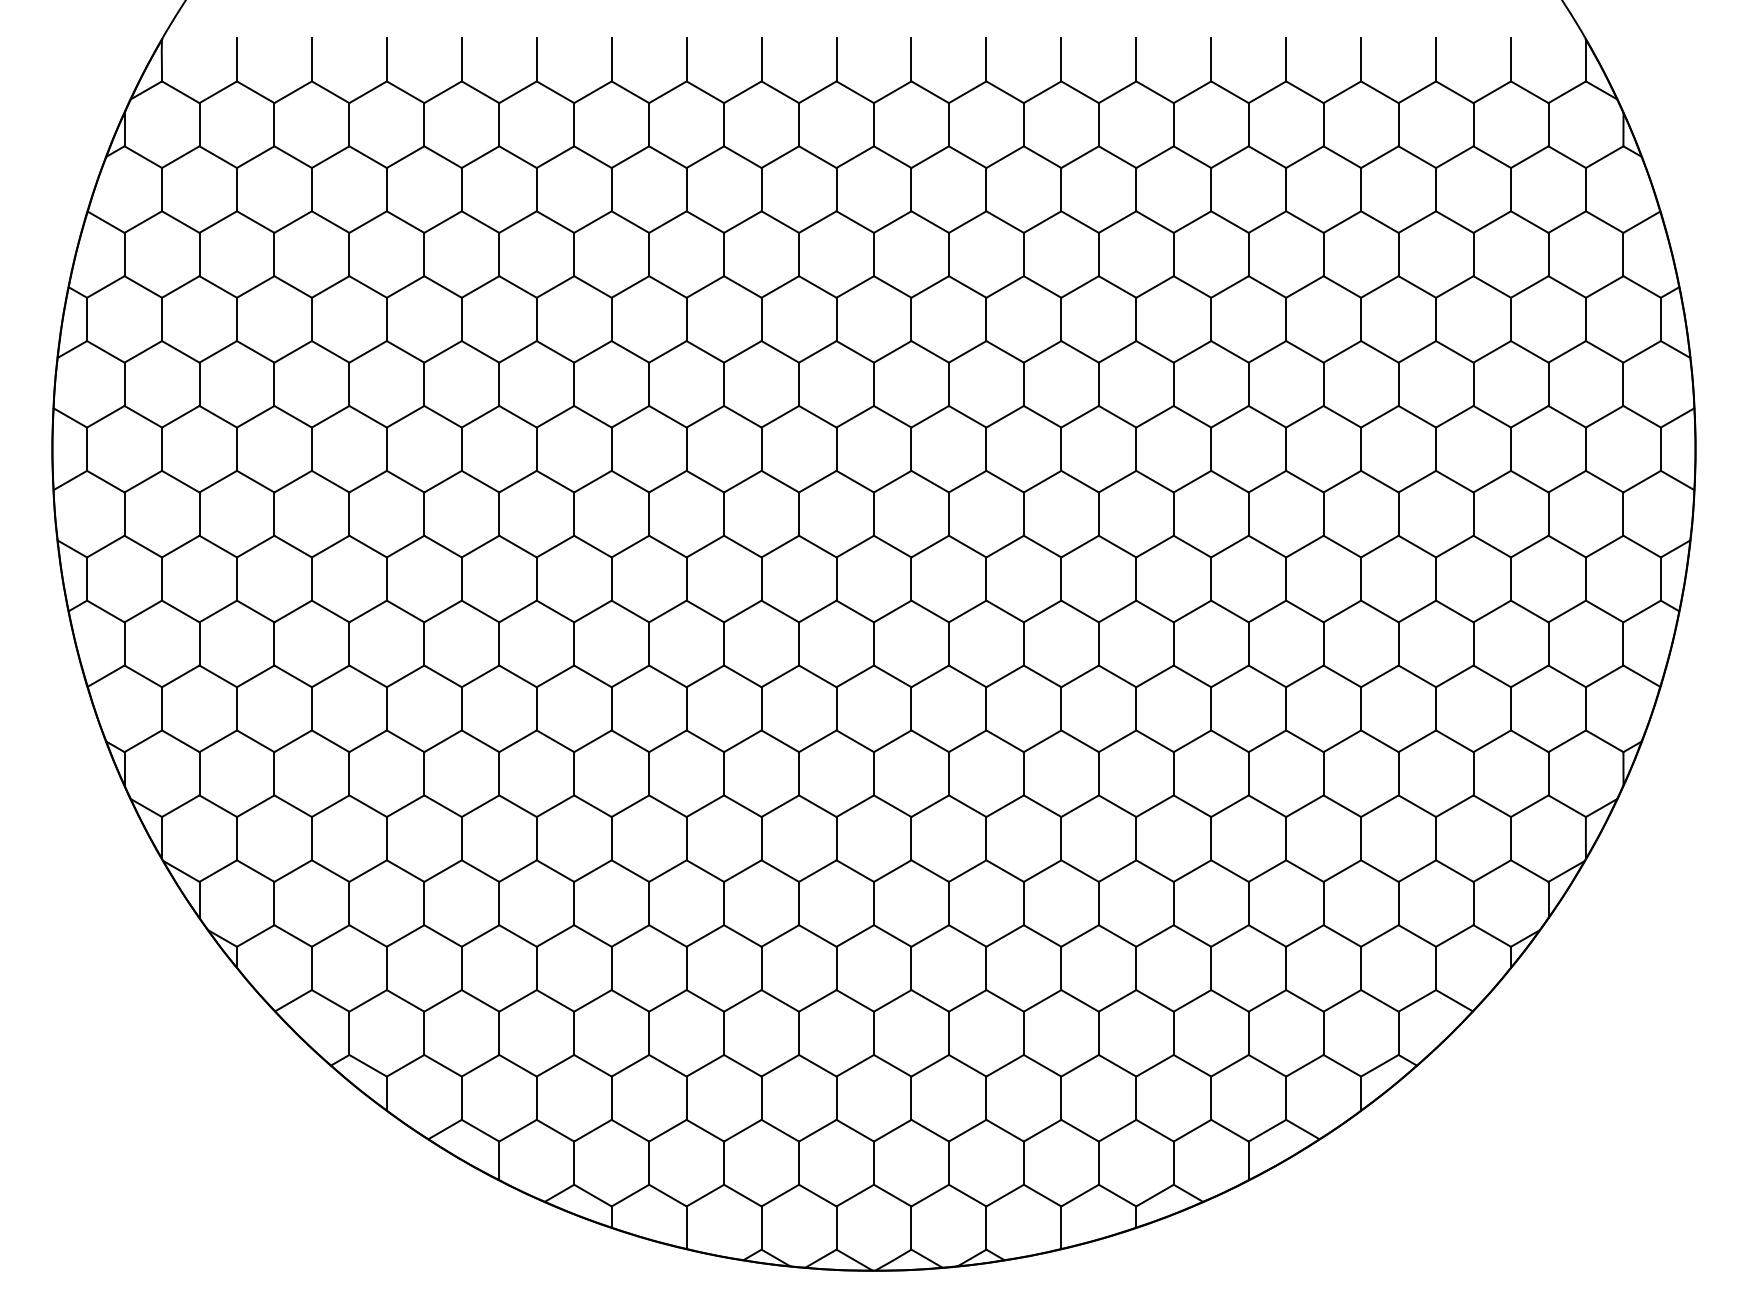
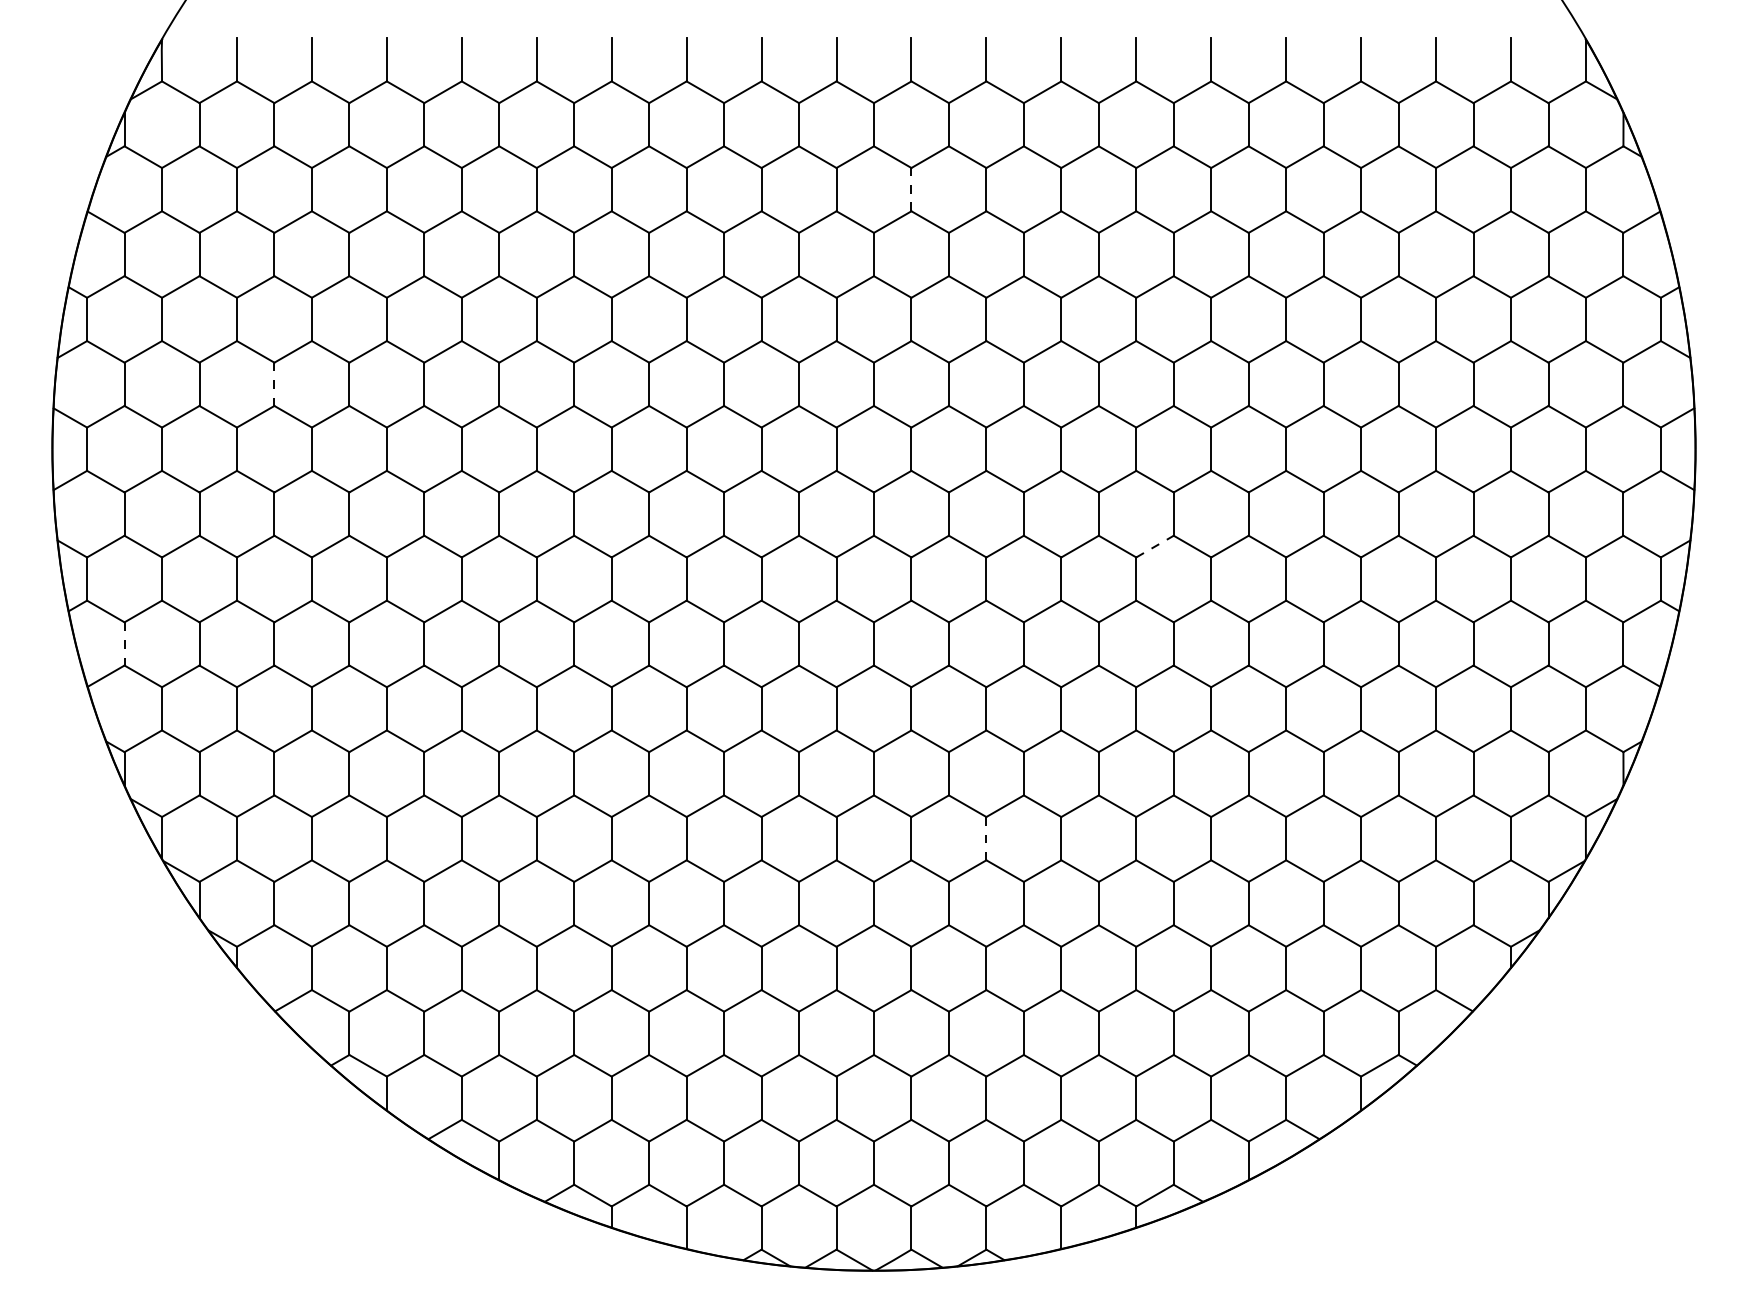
line at (911, 189): solid -> dashed
line at (274, 384): solid -> dashed
line at (1155, 546): solid -> dashed
line at (124, 643): solid -> dashed
line at (986, 838): solid -> dashed
